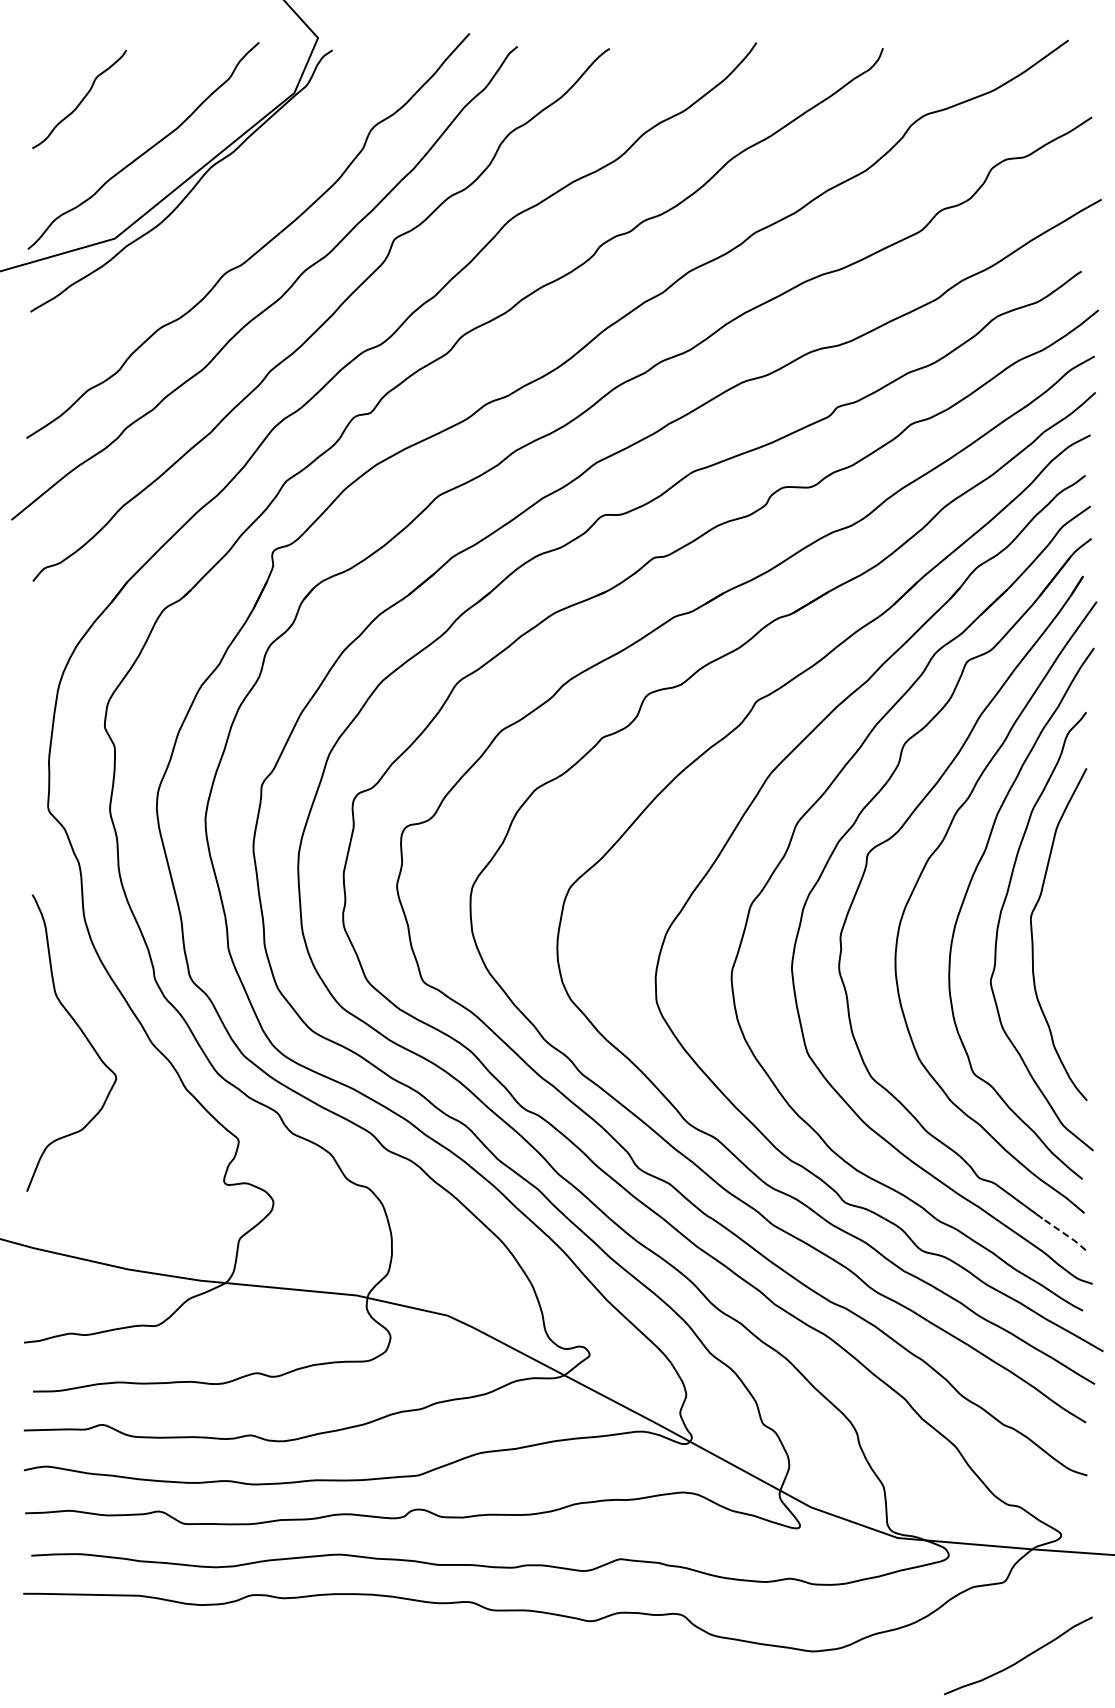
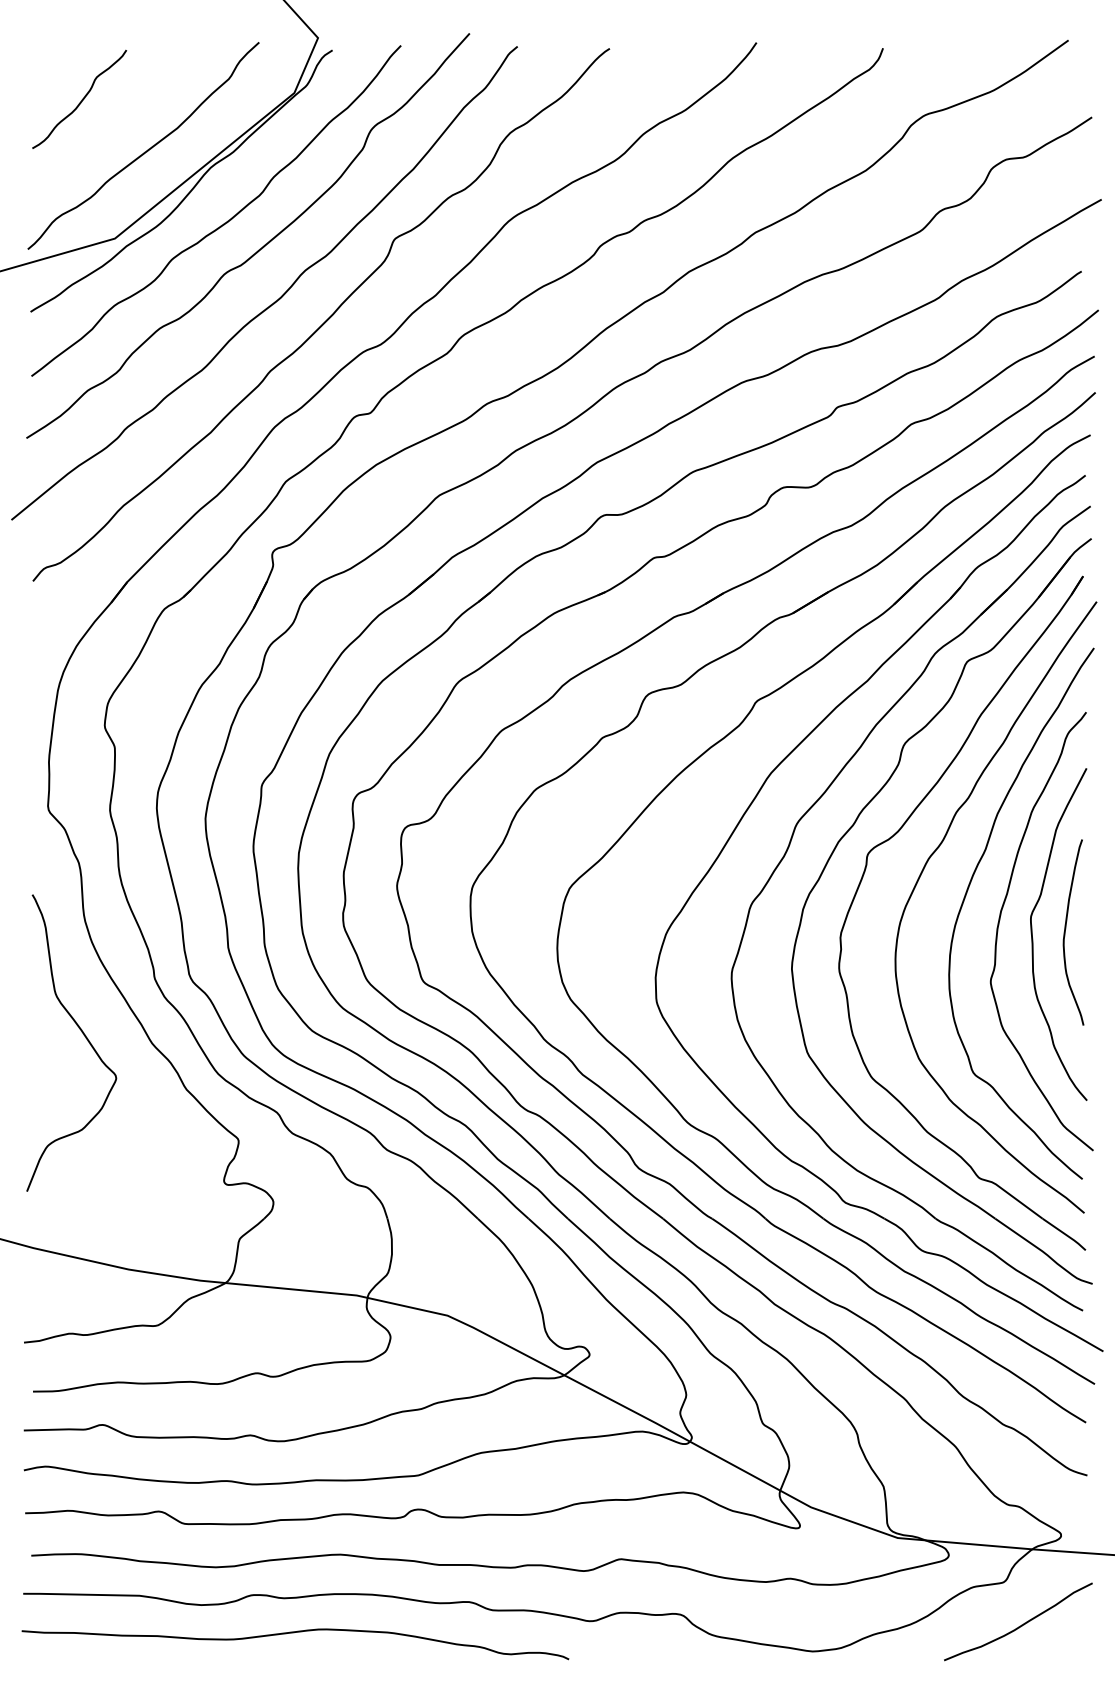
curve at (224, 222): none -> present
curve at (1065, 932): none -> present
line at (1065, 1234): dashed -> solid
curve at (294, 1633): none -> present
curve at (1021, 1658) position: (1021, 1658) -> (1021, 1624)
